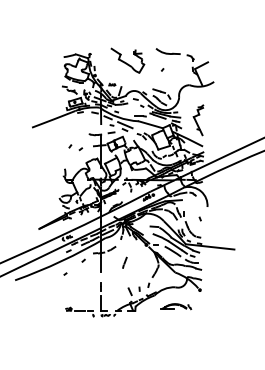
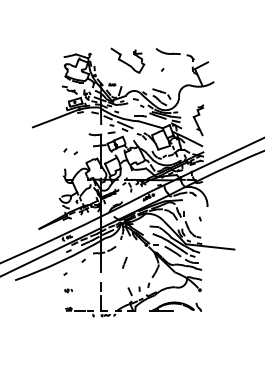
part at (75, 147) position: (75, 147) -> (70, 151)
part at (68, 290): none -> present
part at (176, 306) size: 33x8 px -> 54x11 px
